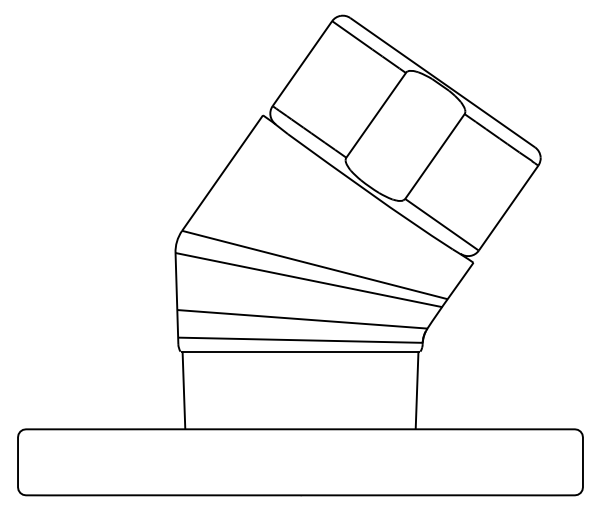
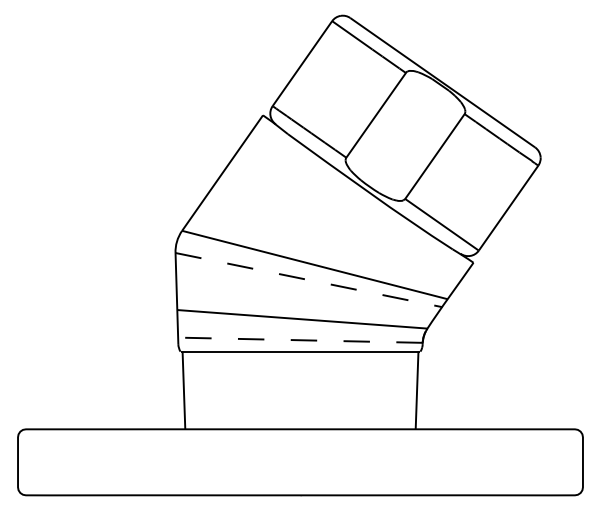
line at (309, 280): solid -> dashed
line at (299, 340): solid -> dashed
